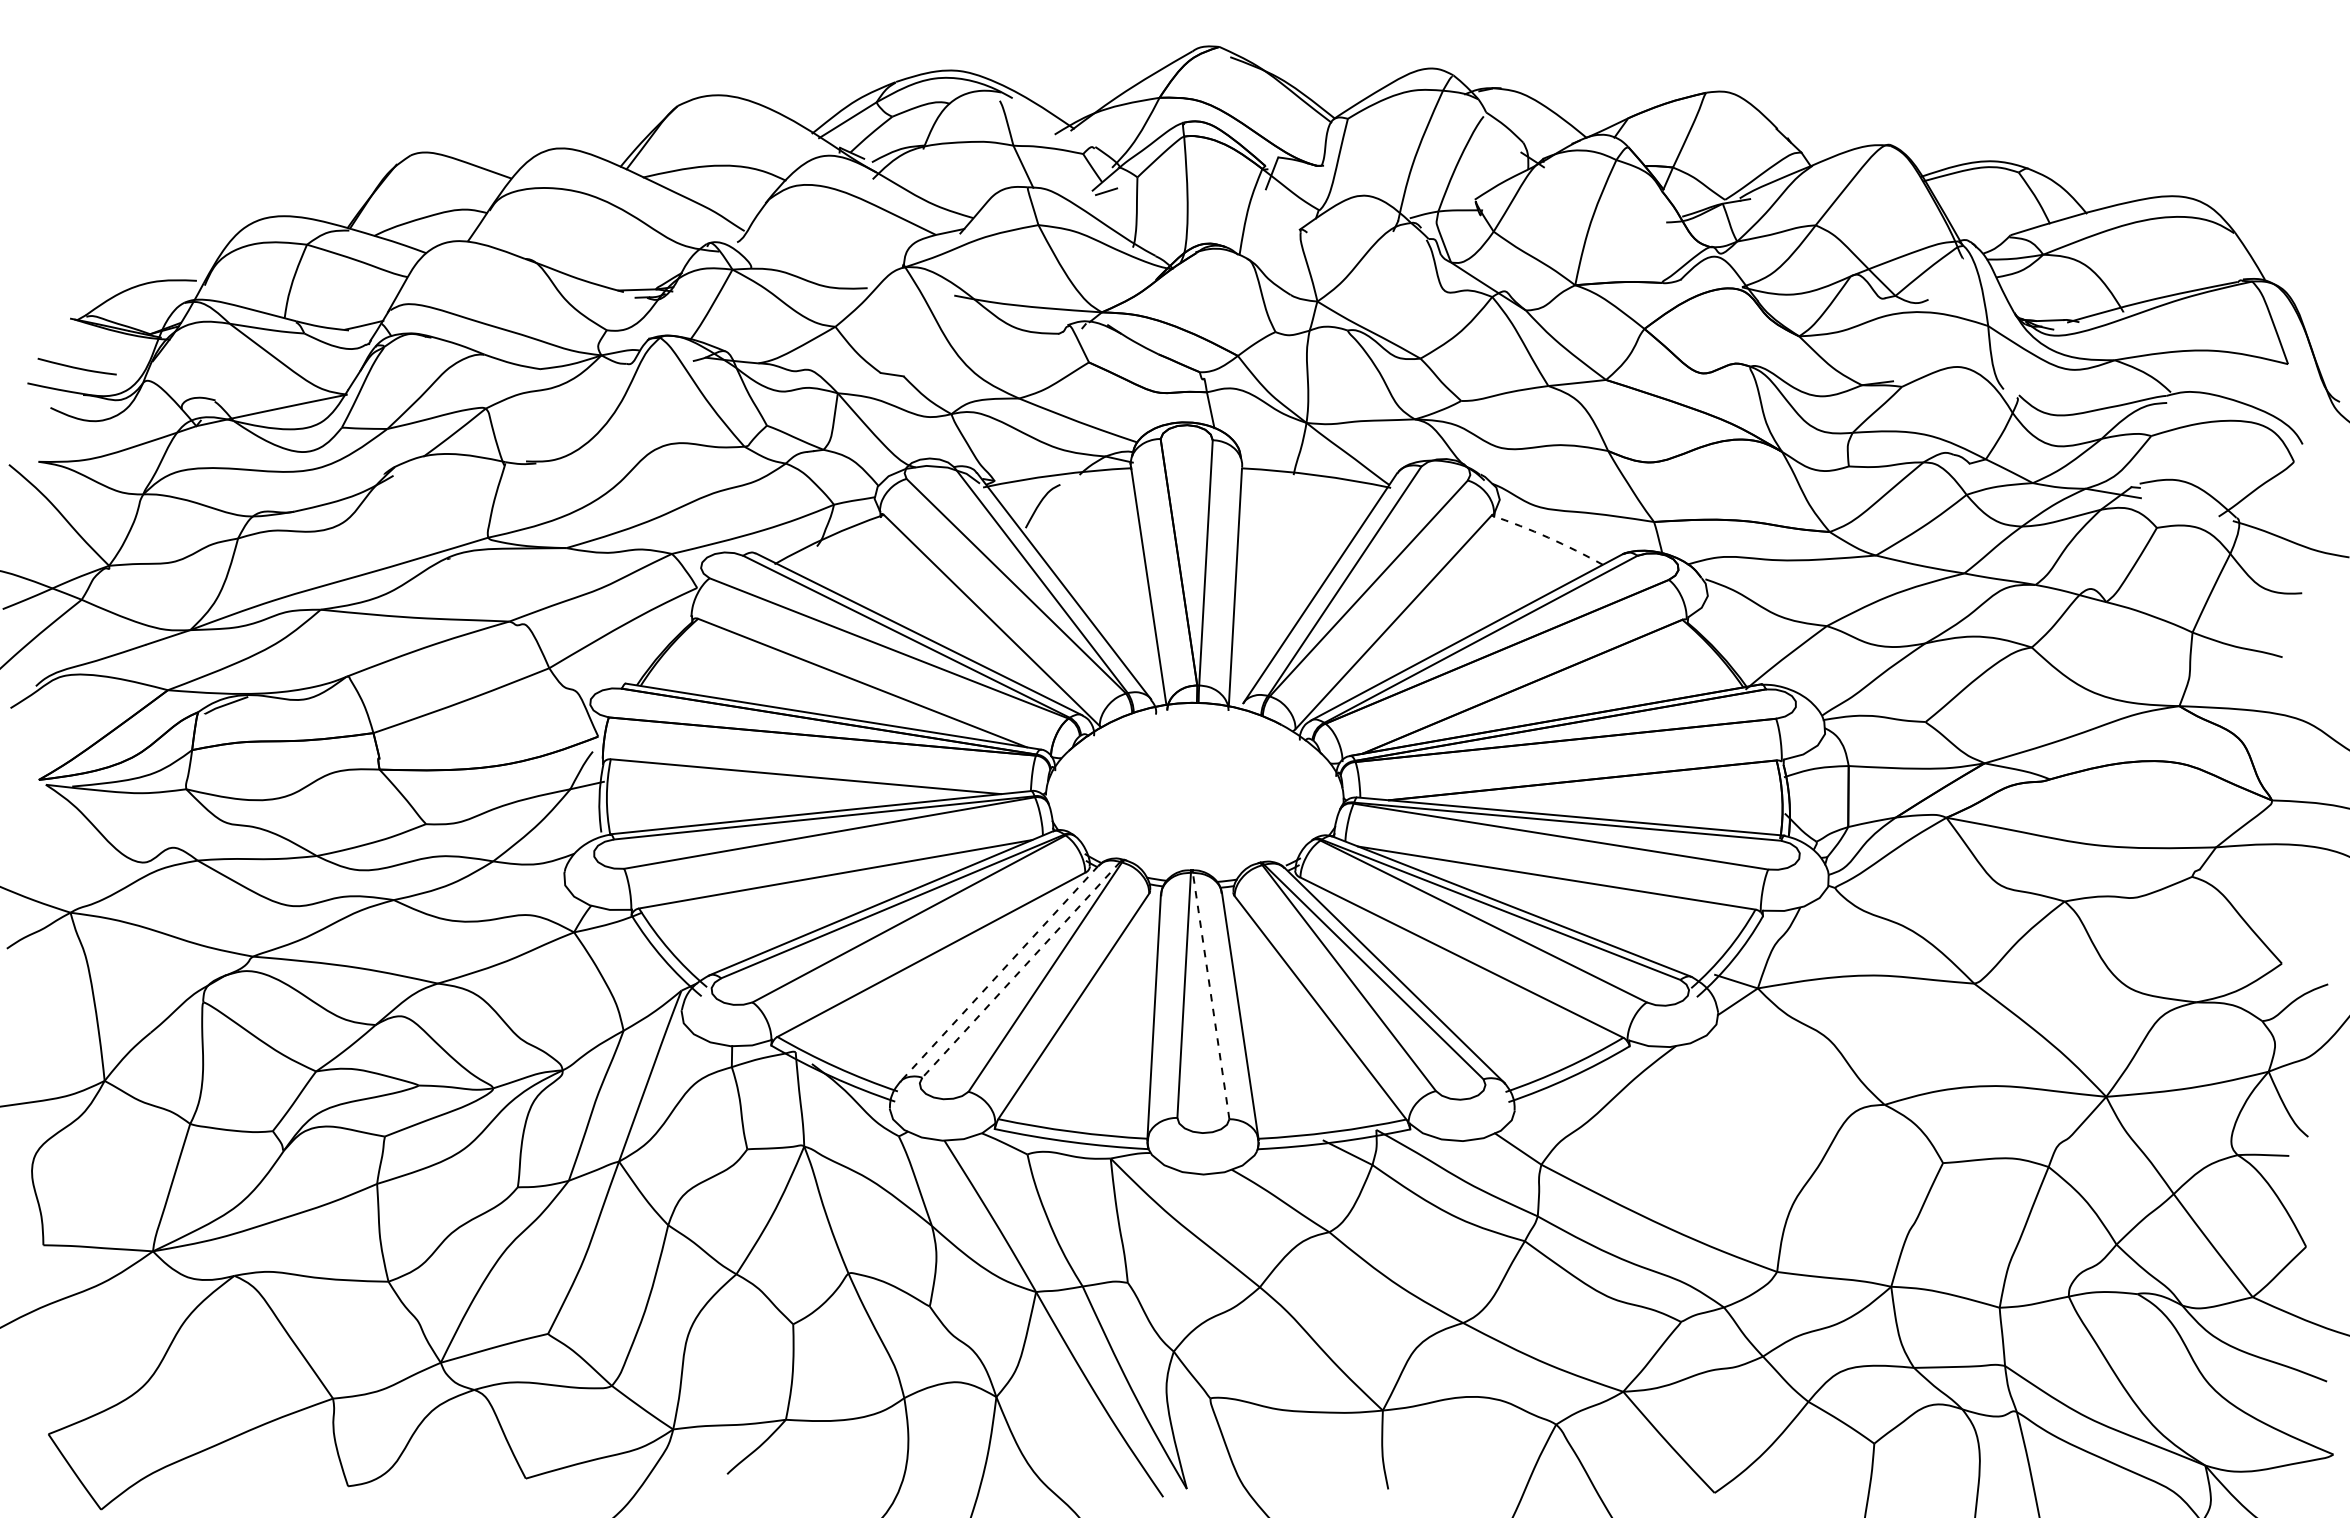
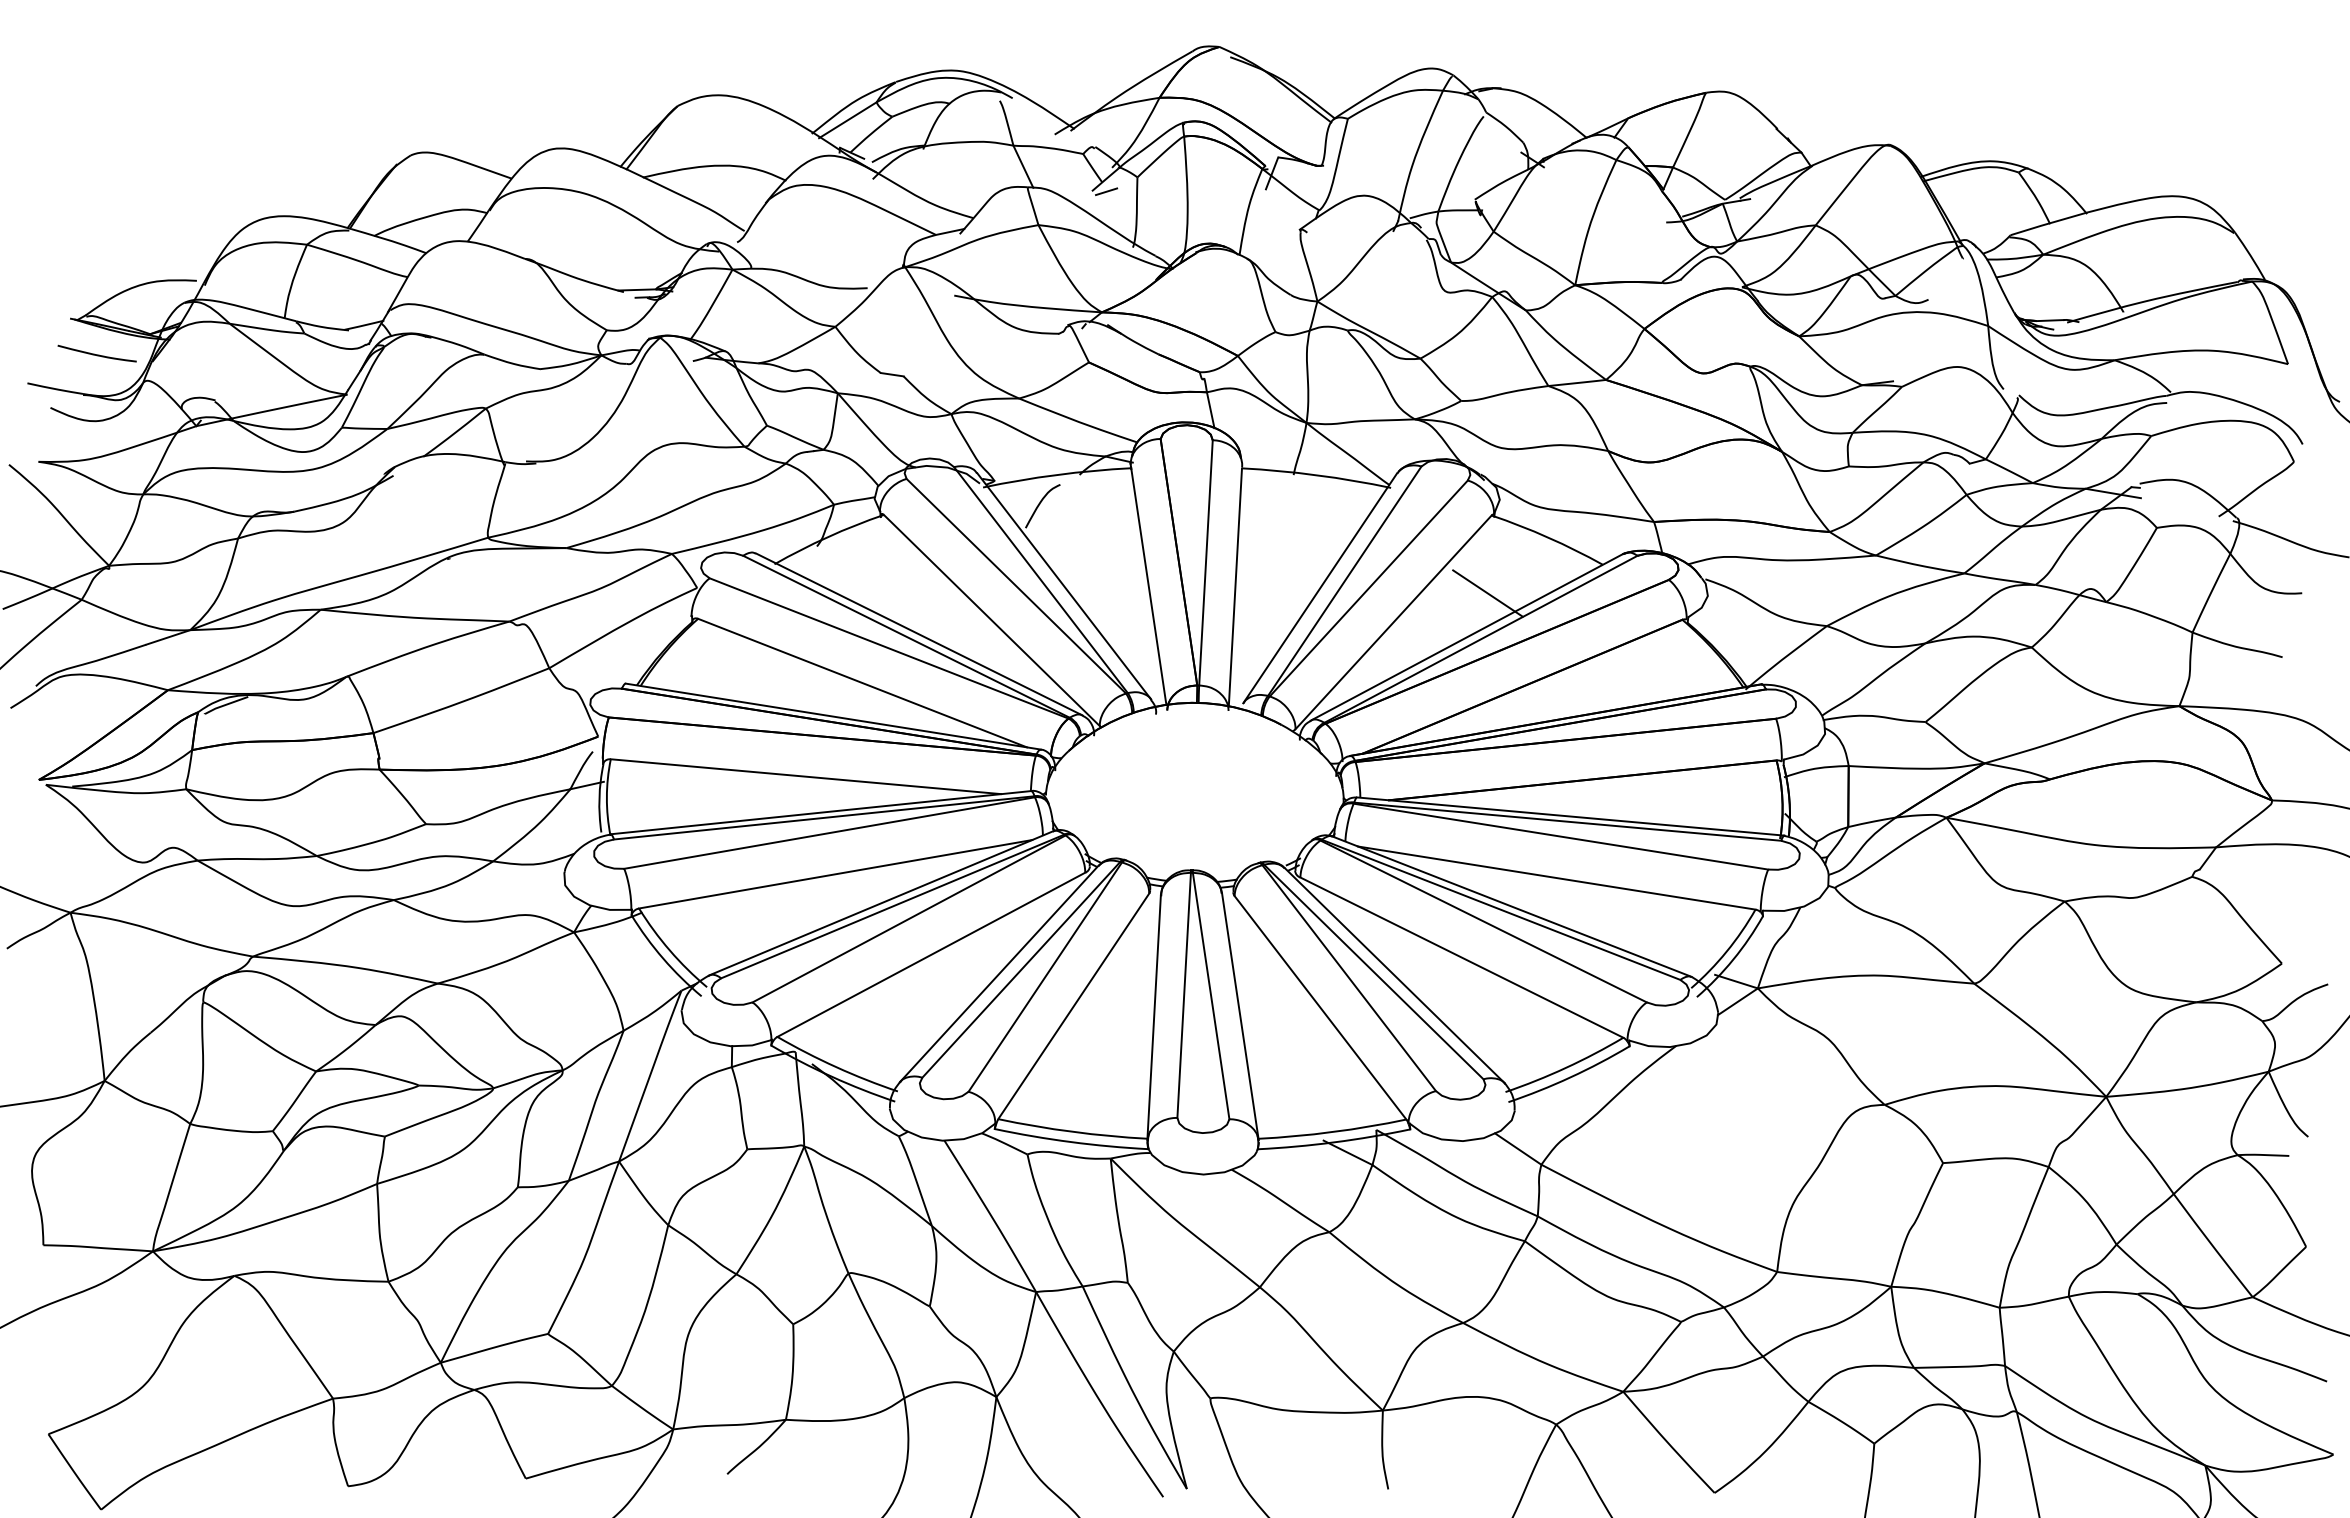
curve at (76, 367) position: (76, 367) -> (96, 354)
arc at (1548, 537): dashed -> solid
line at (1487, 593): none -> present
line at (1021, 970): dashed -> solid
line at (999, 974): dashed -> solid
line at (1211, 996): dashed -> solid
